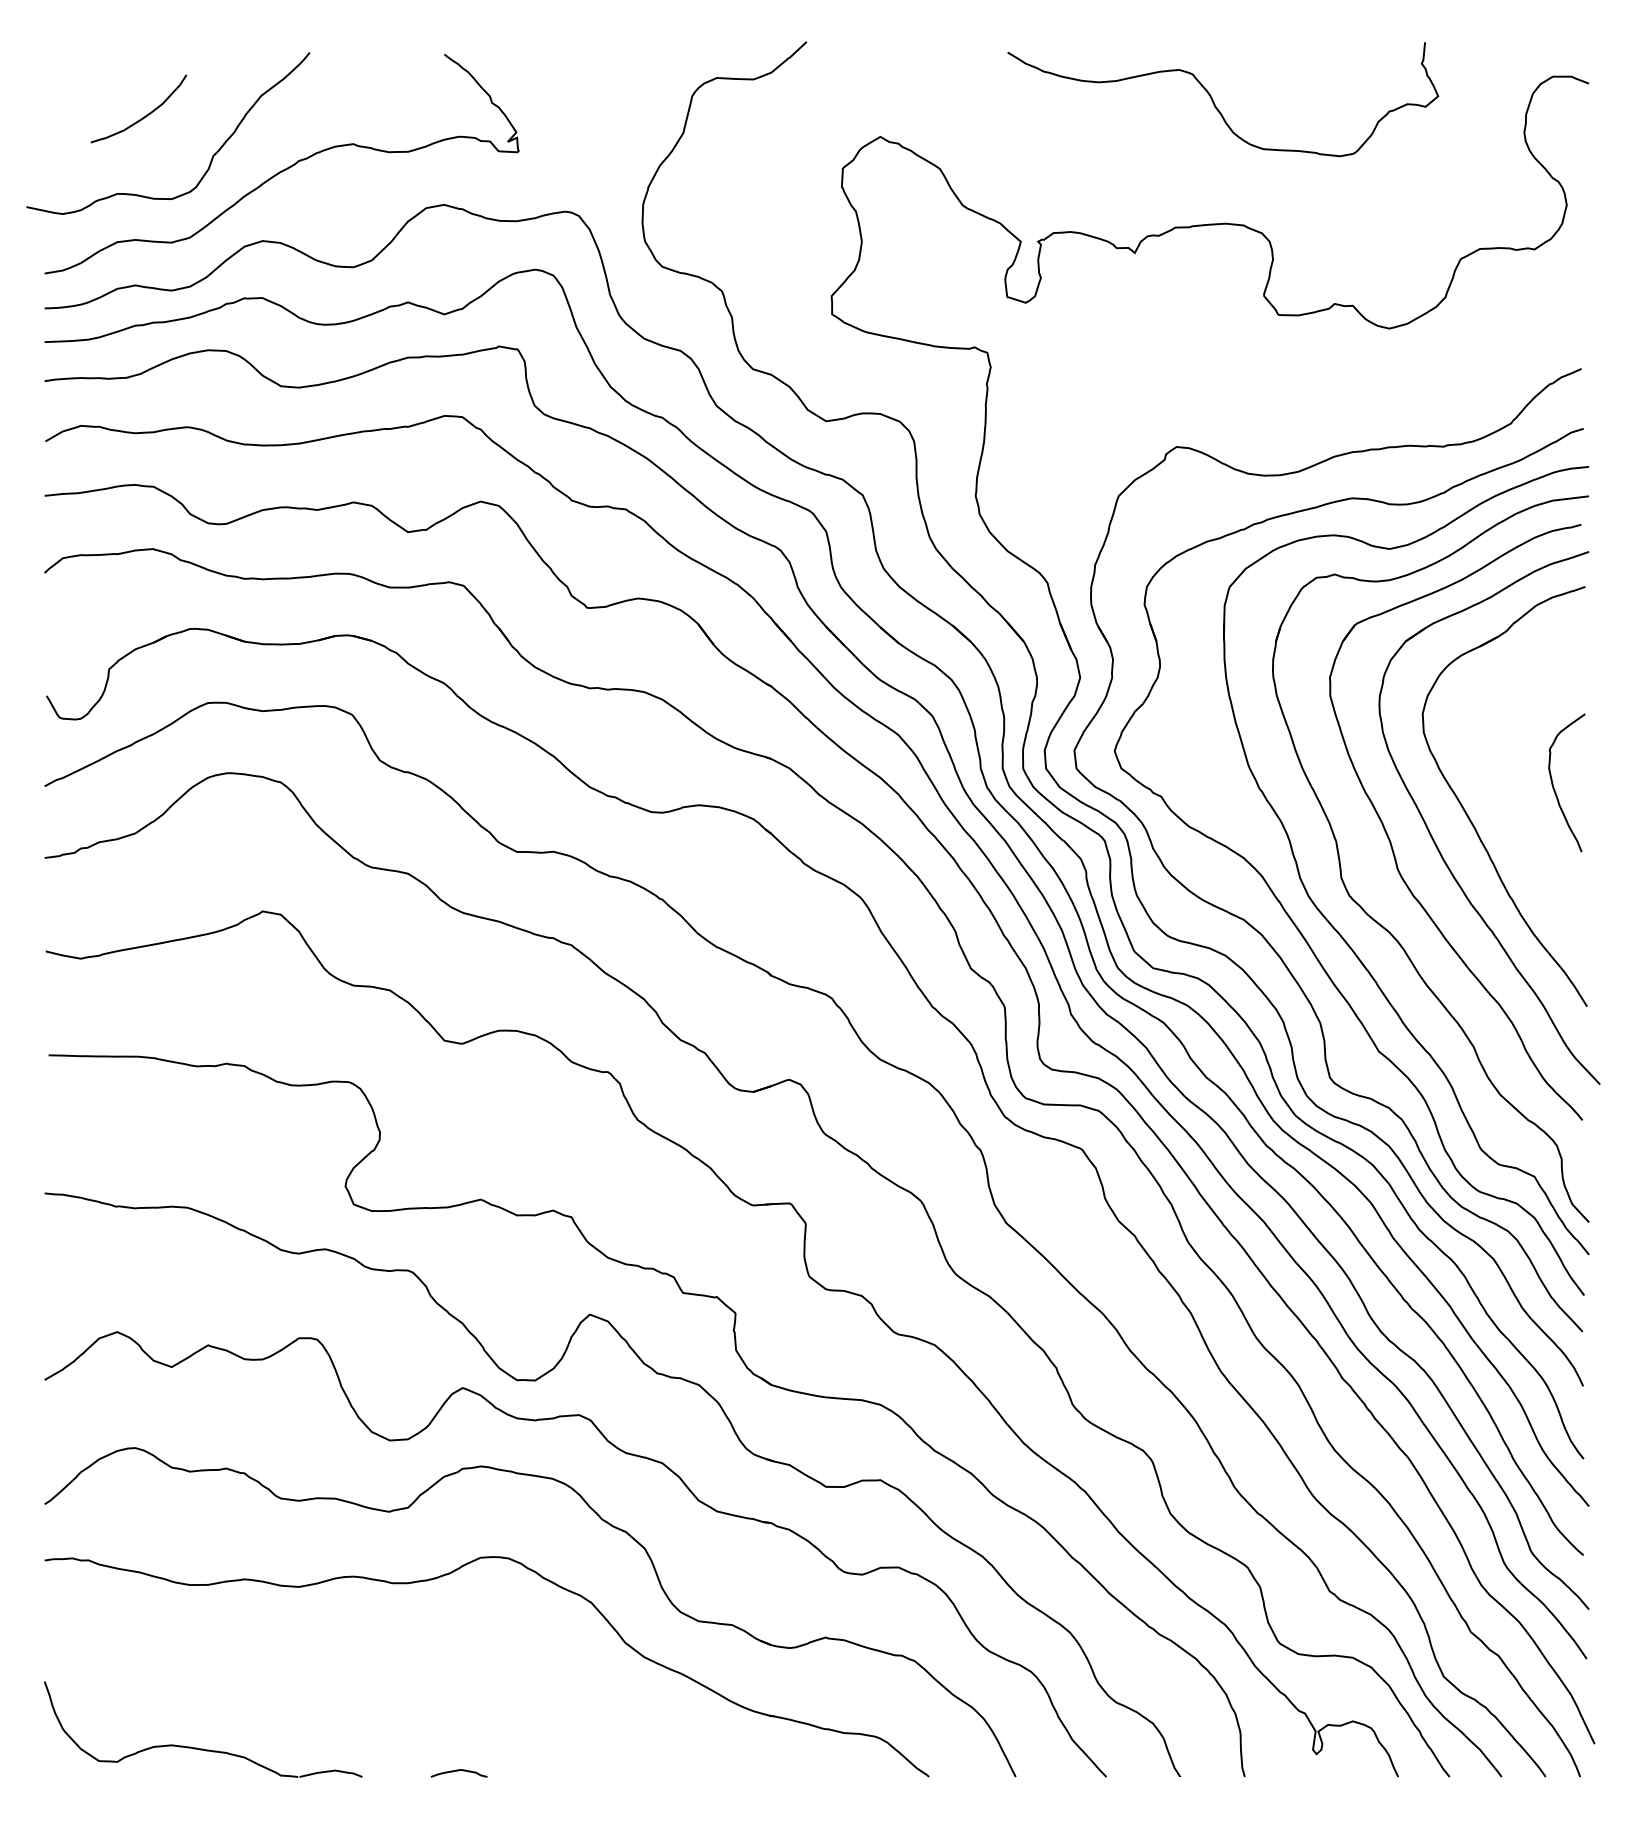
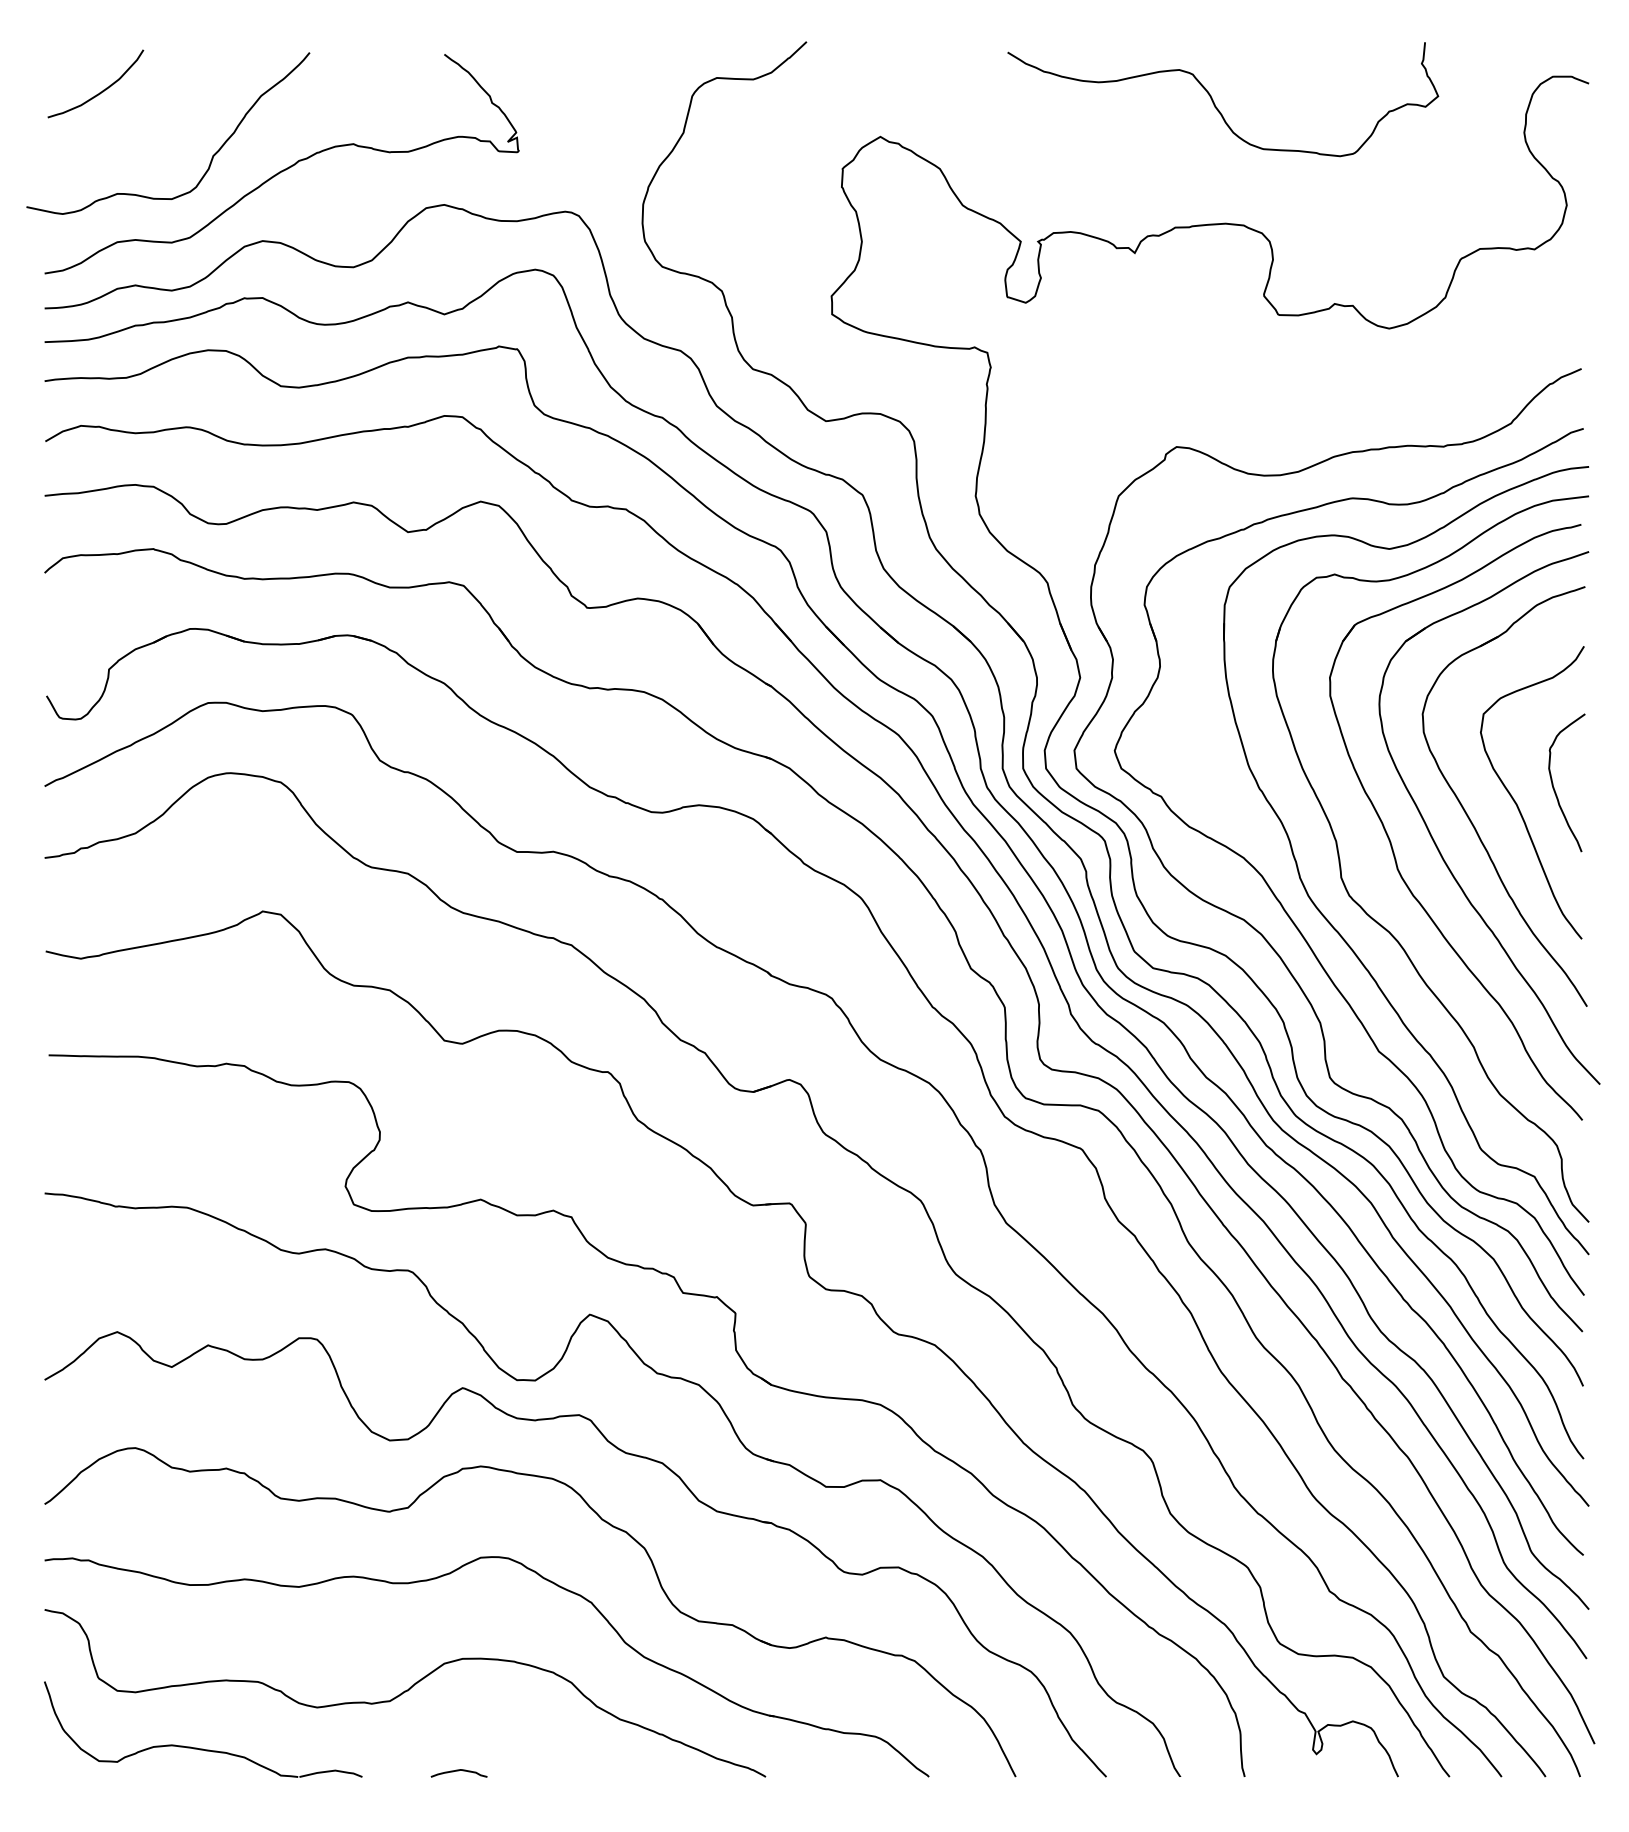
curve at (143, 116) position: (143, 116) -> (100, 91)
curve at (1517, 803): none -> present
curve at (405, 1692): none -> present
